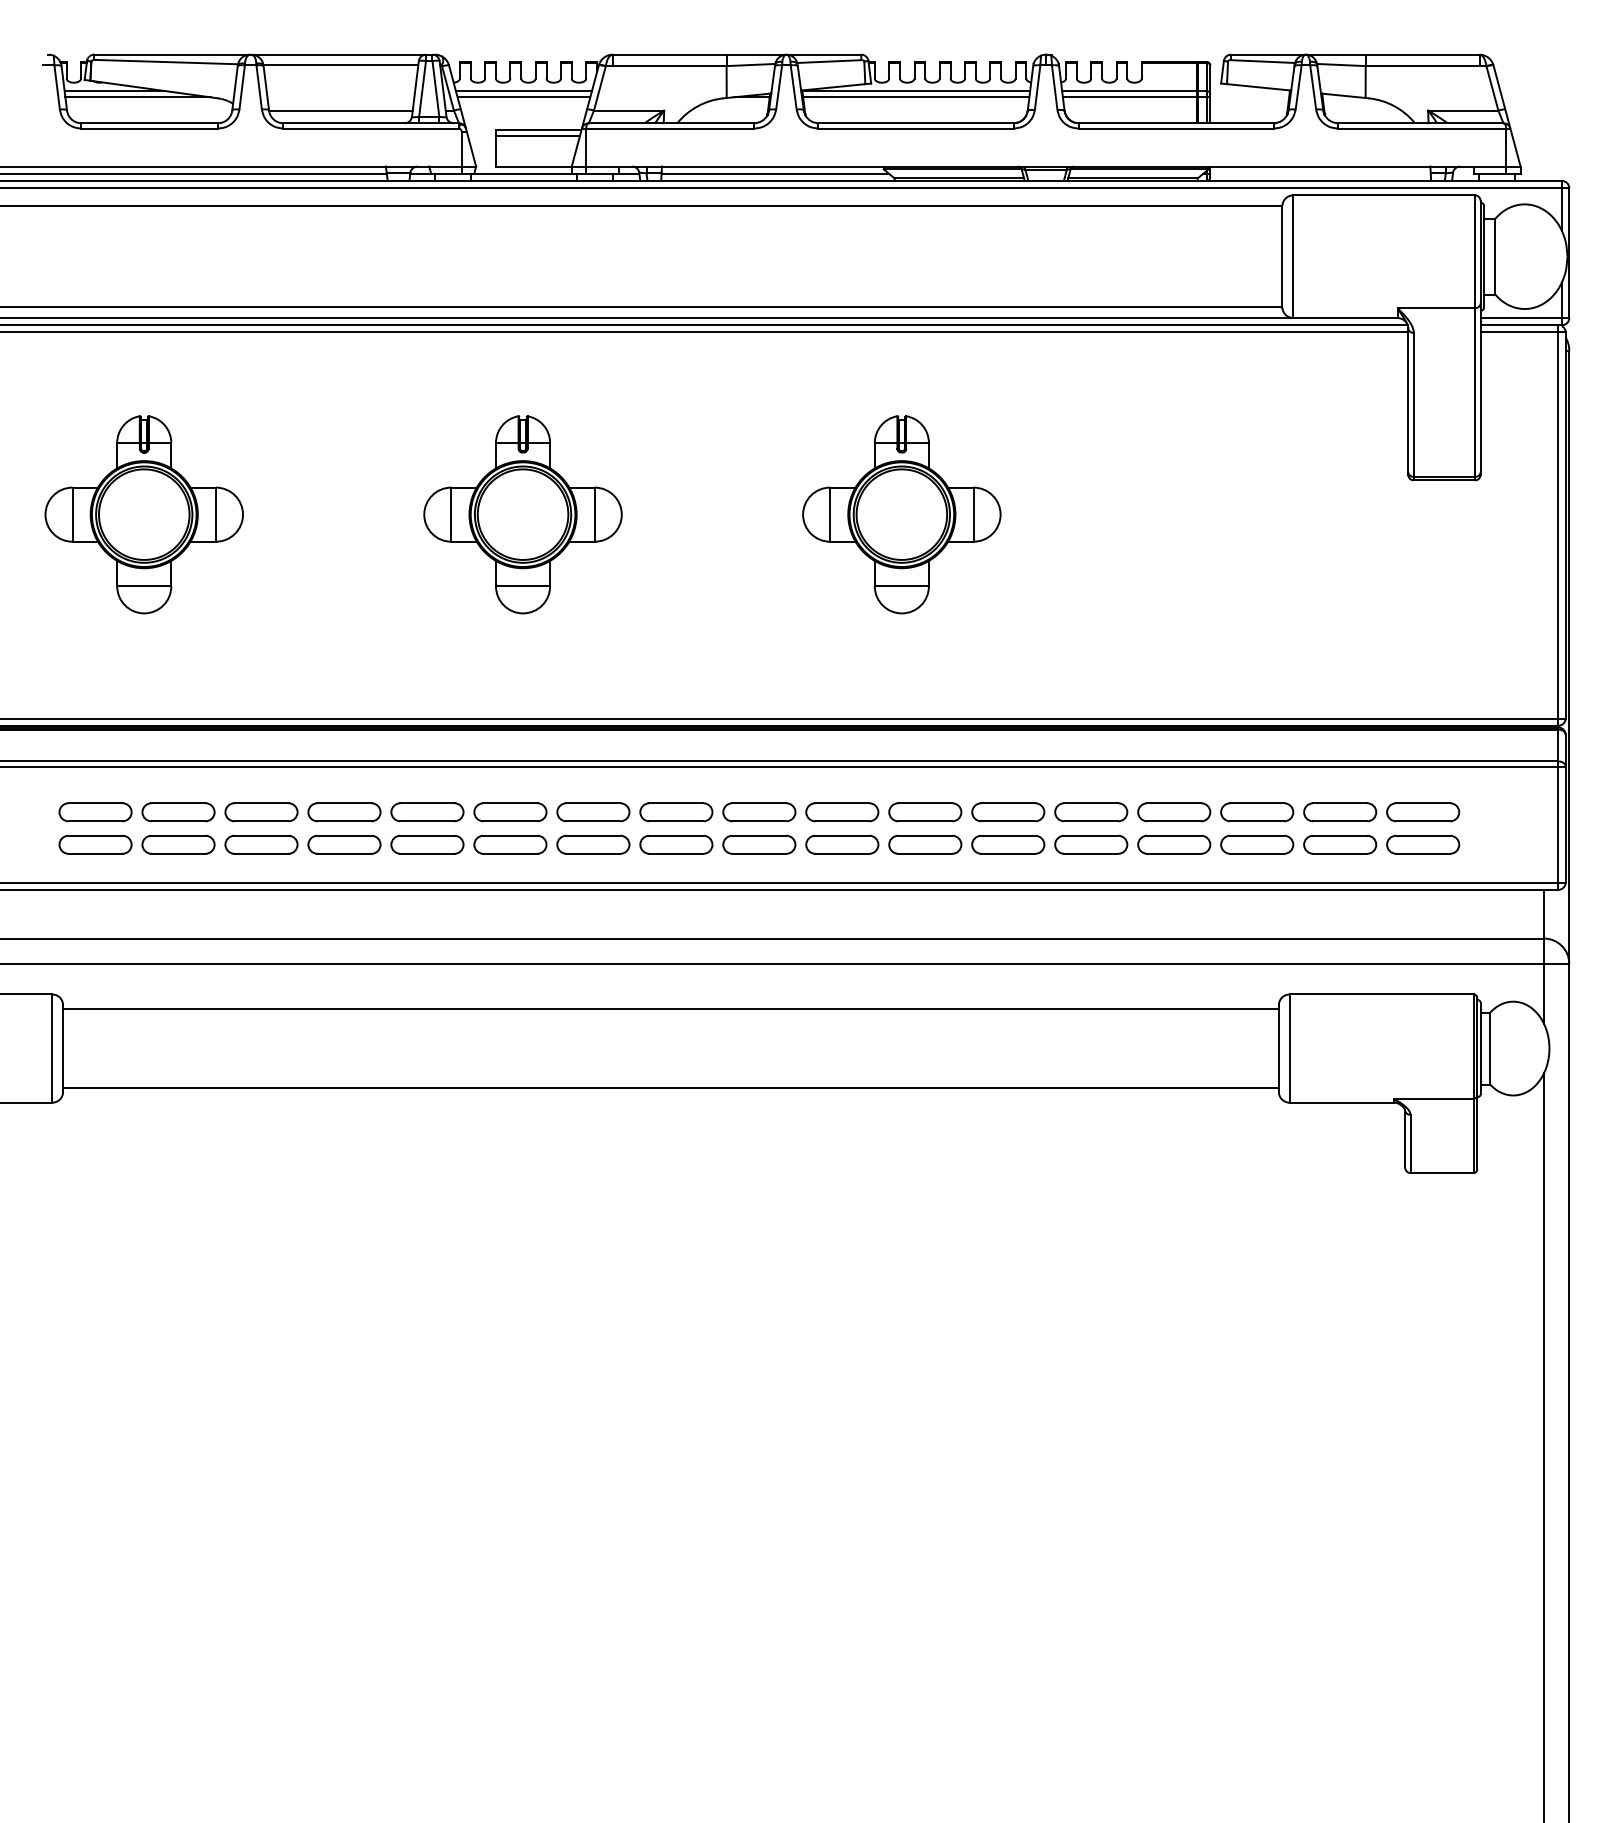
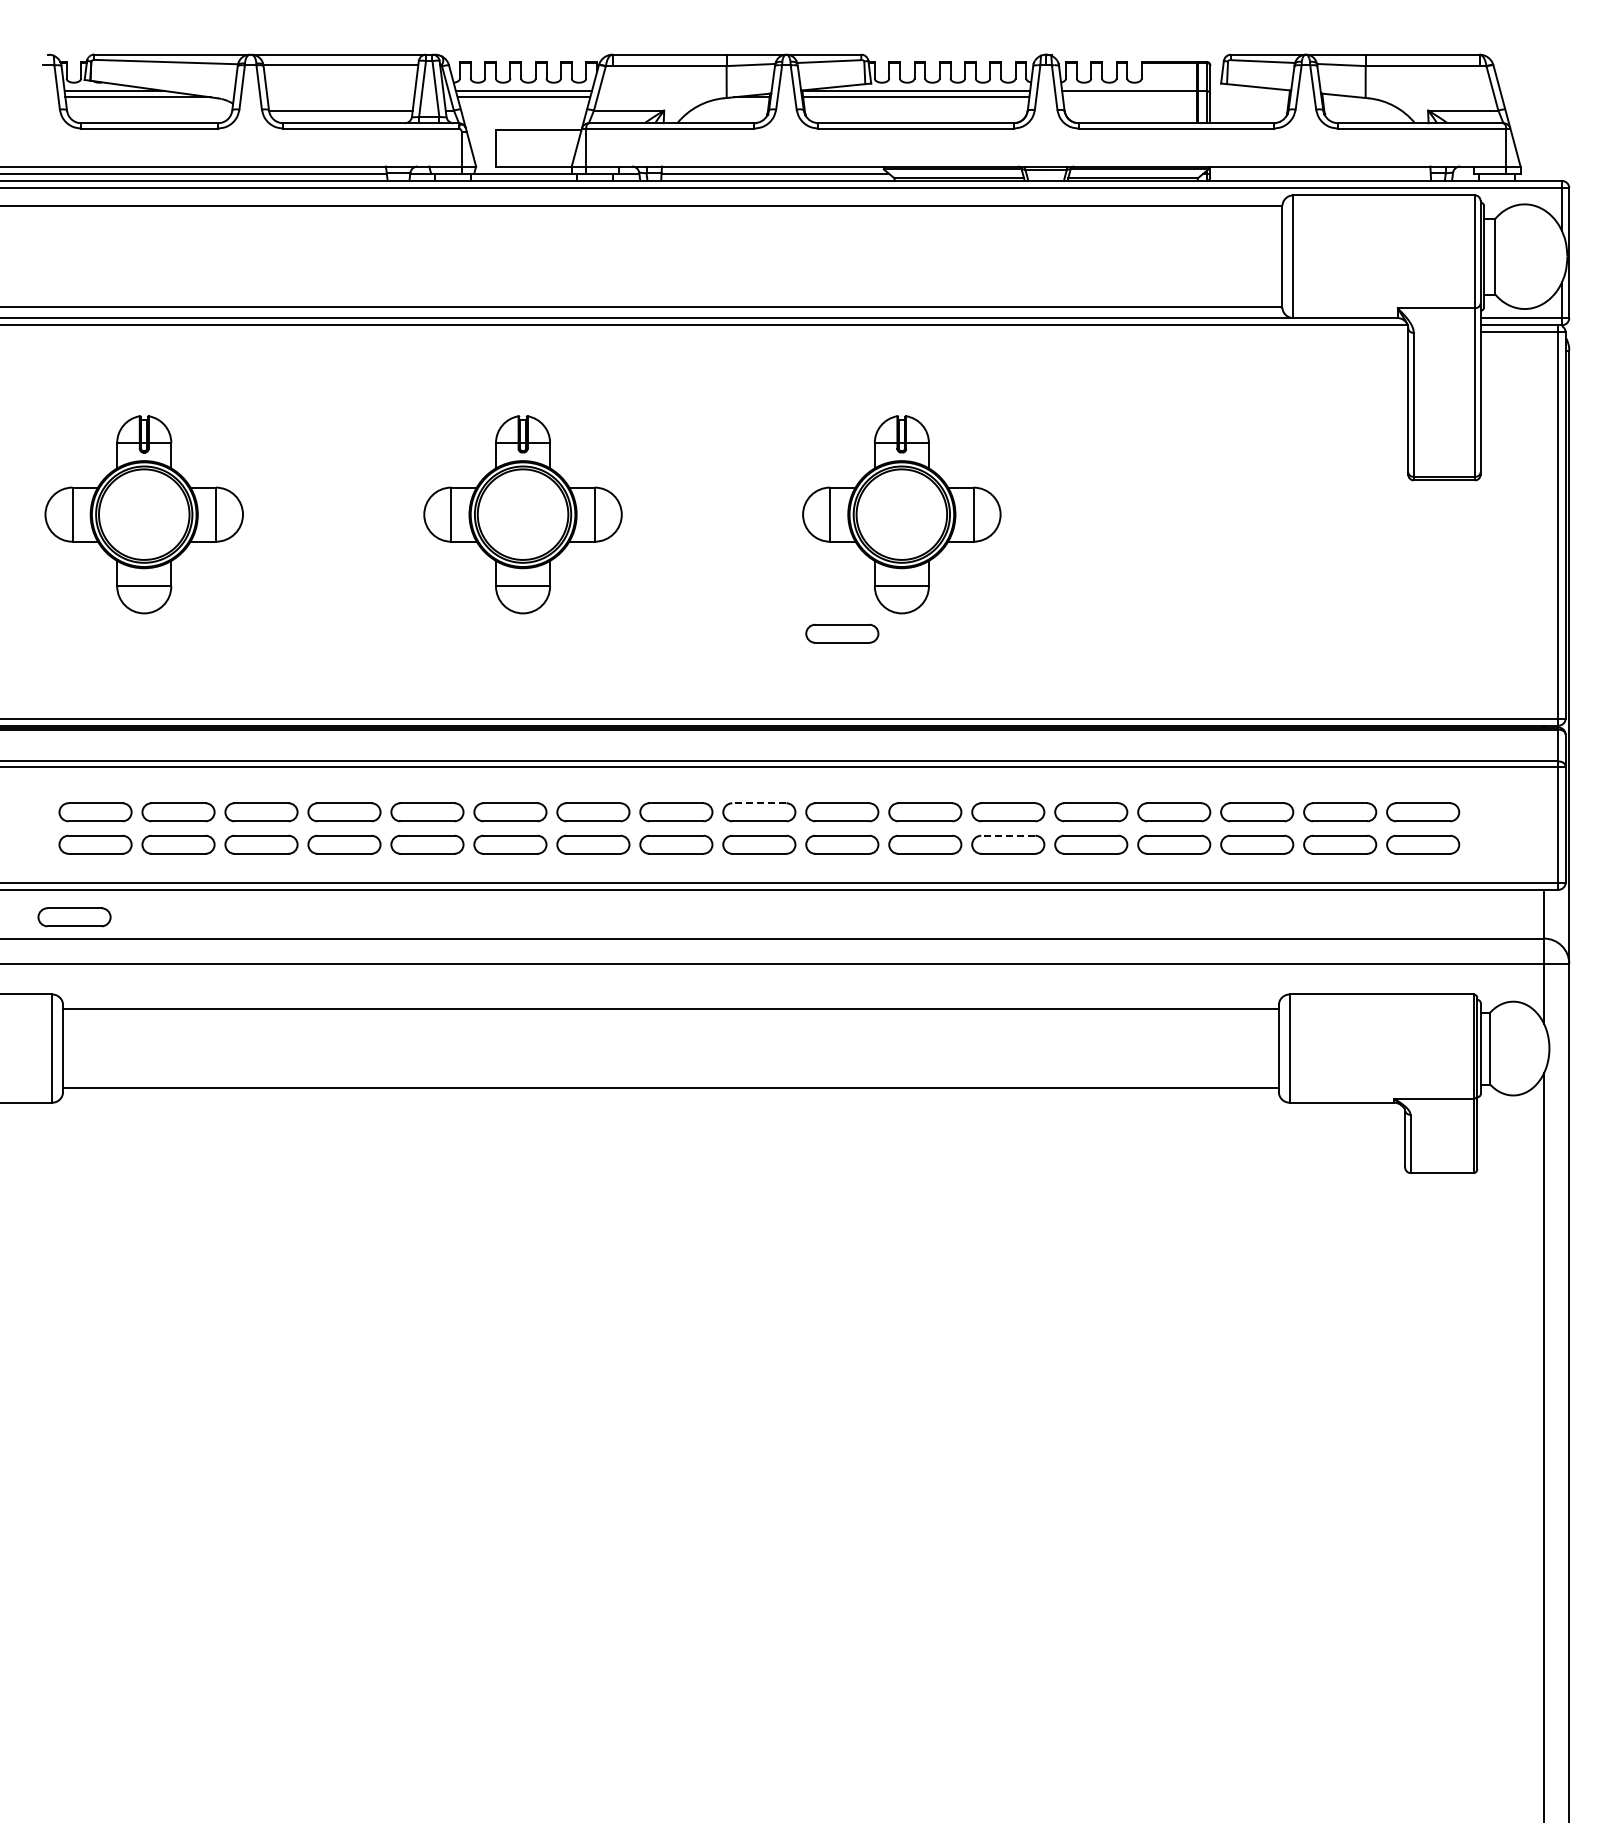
line at (1136, 97): present -> none
line at (537, 135): present -> none
line at (705, 332): present -> none
part at (842, 633): none -> present
line at (758, 803): solid -> dashed
line at (1007, 835): solid -> dashed
part at (74, 917): none -> present
